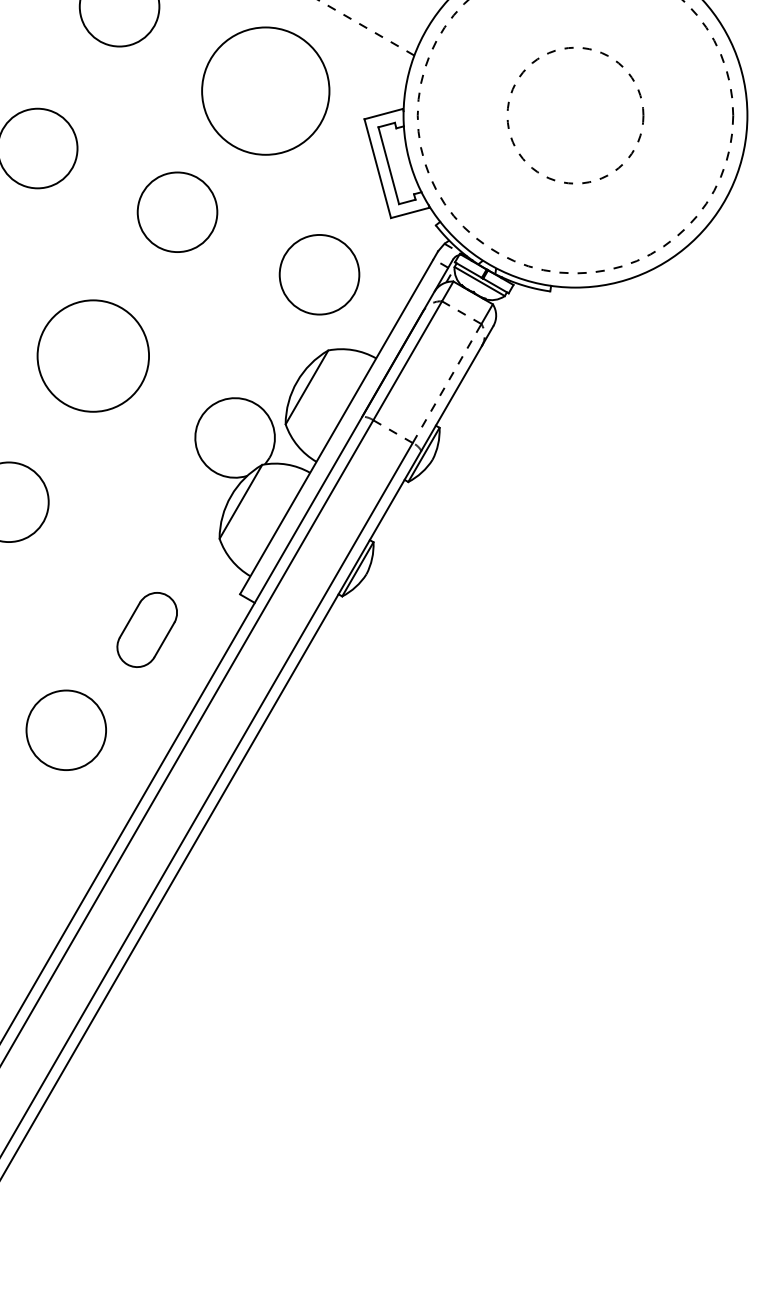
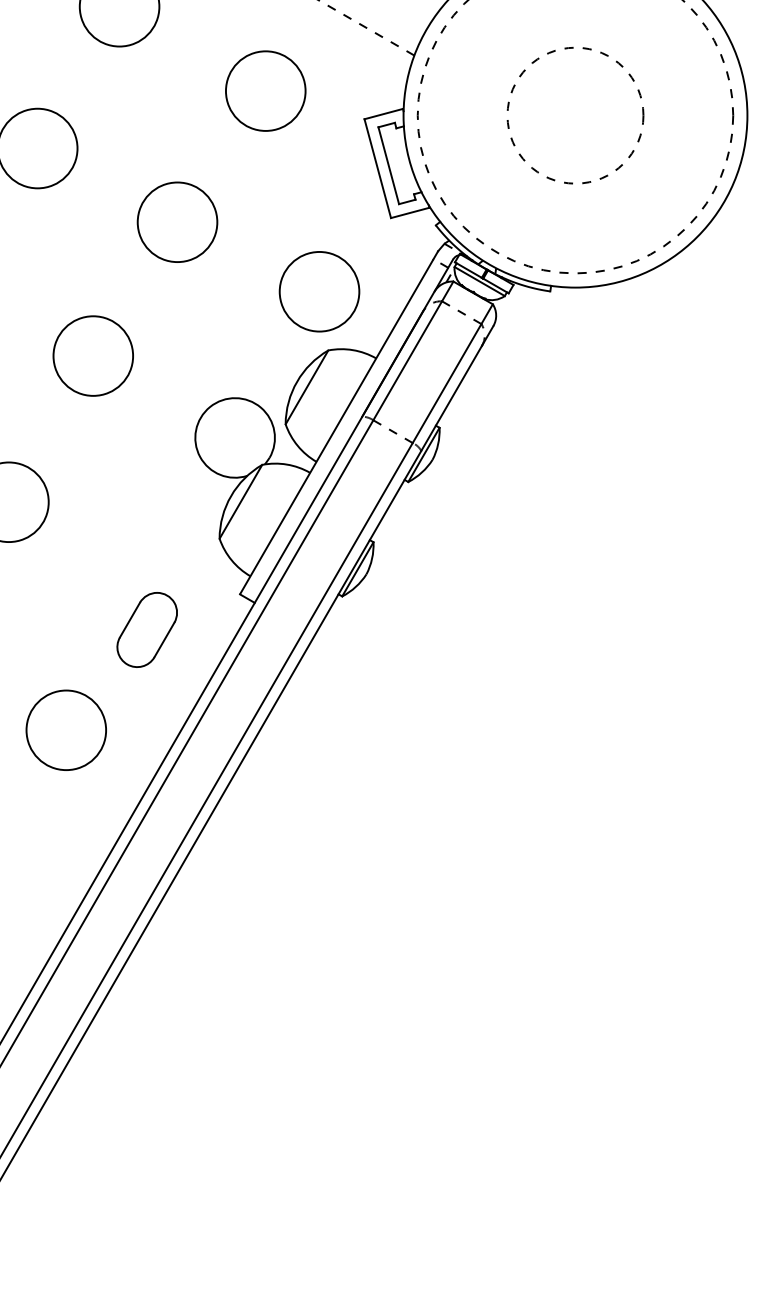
circle at (265, 90) diameter: 127 px -> 80 px
circle at (177, 211) position: (177, 211) -> (177, 221)
circle at (319, 274) position: (319, 274) -> (319, 291)
circle at (93, 355) diameter: 111 px -> 80 px
line at (447, 383): dashed -> solid
